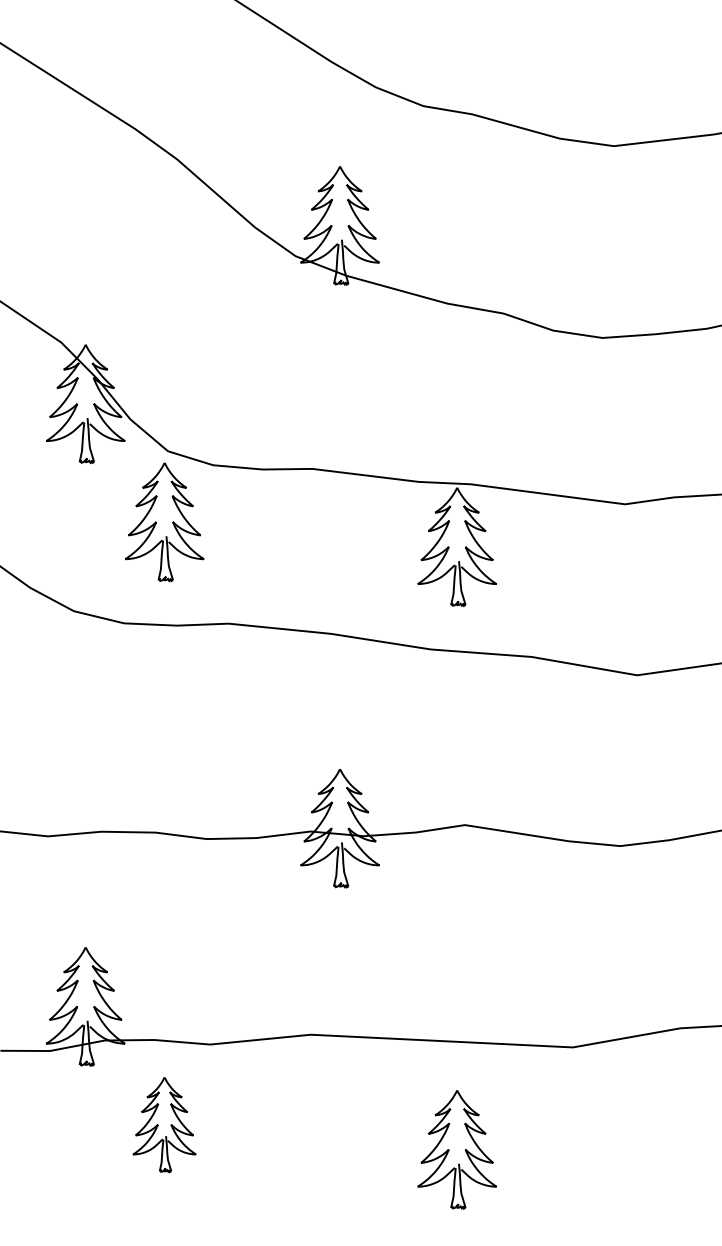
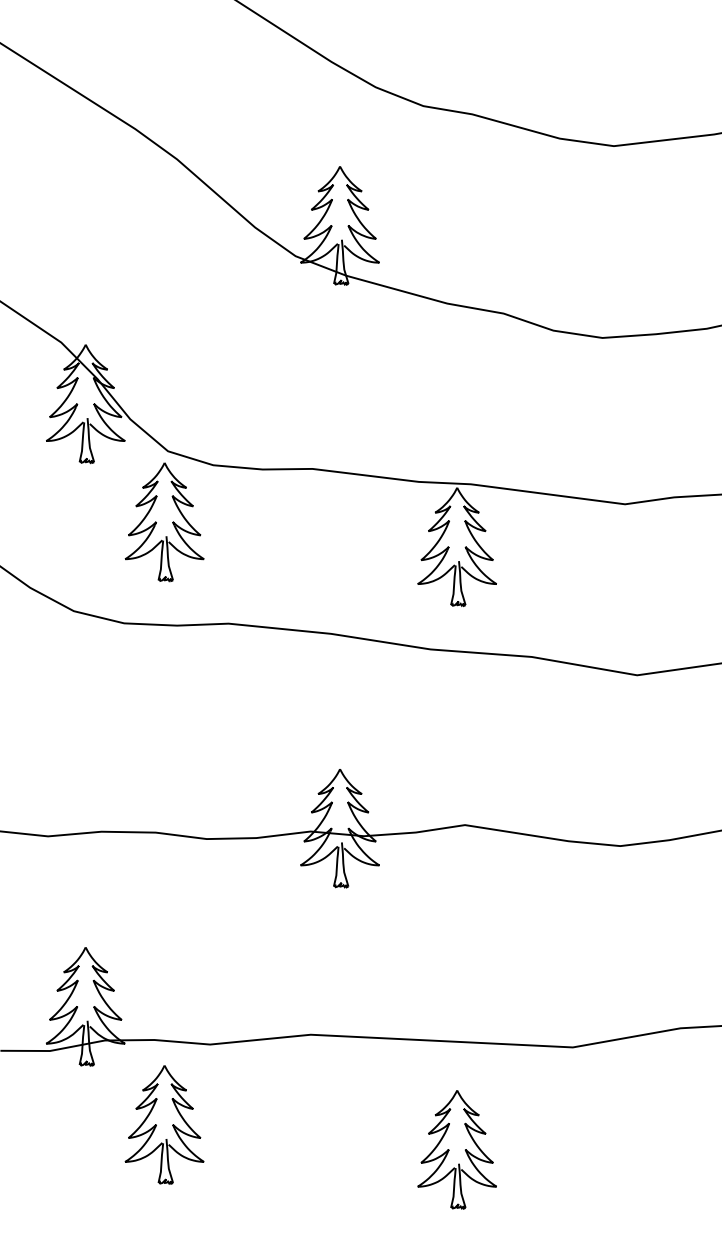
part at (164, 1125) size: 65x97 px -> 81x120 px
